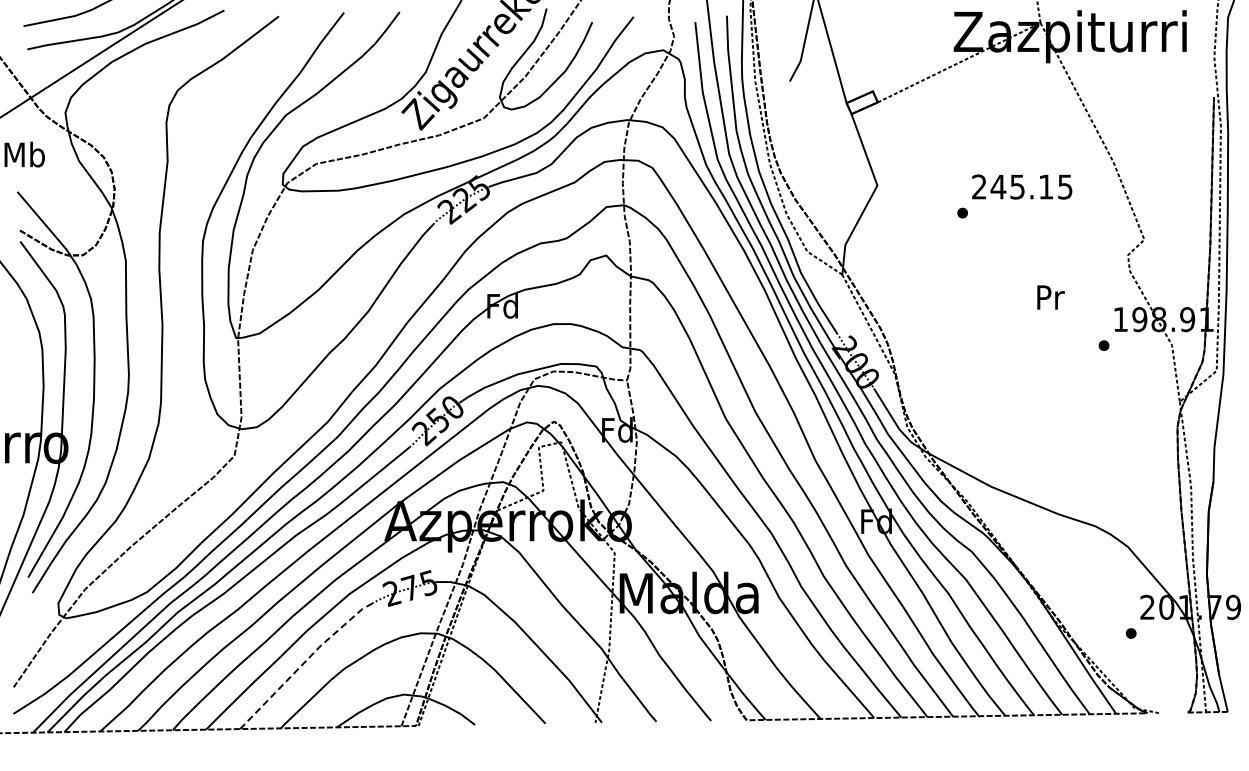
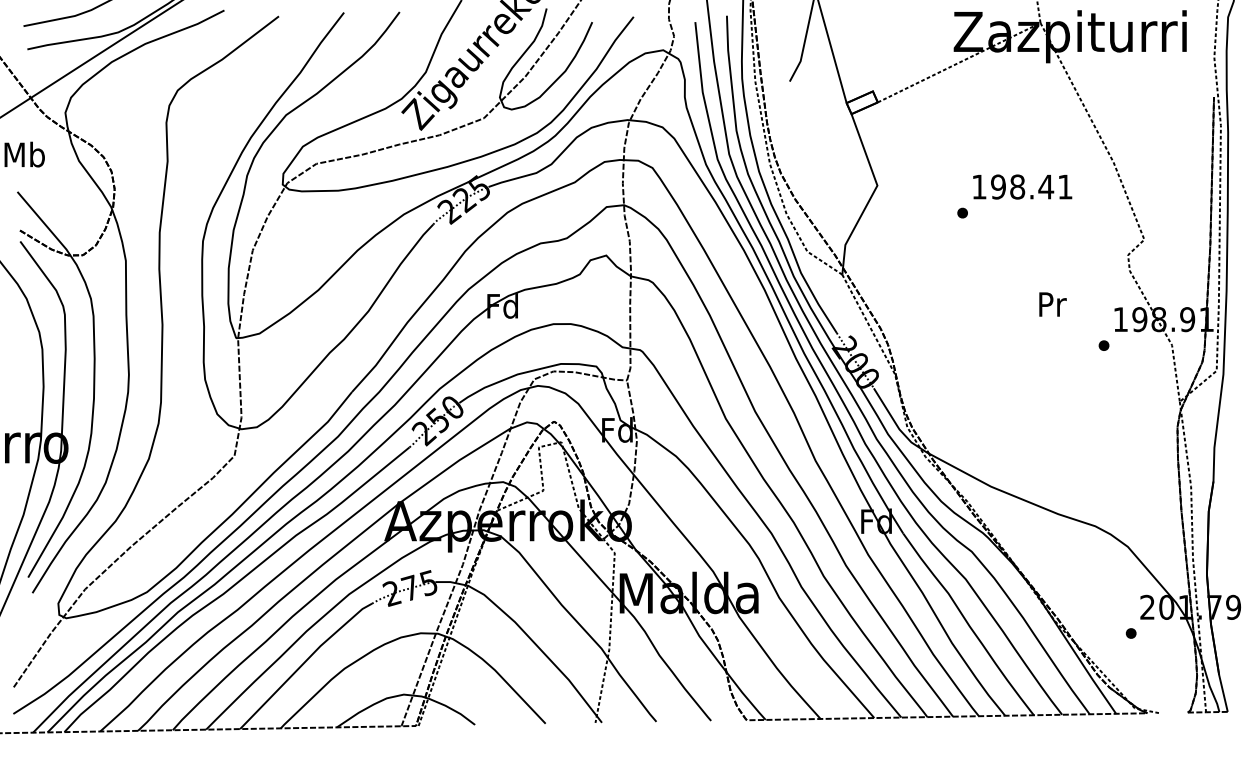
text at (1022, 186): 245.15 -> 198.41
text at (1050, 297) position: (1050, 297) -> (1052, 304)
line at (304, 662): dashed -> solid
